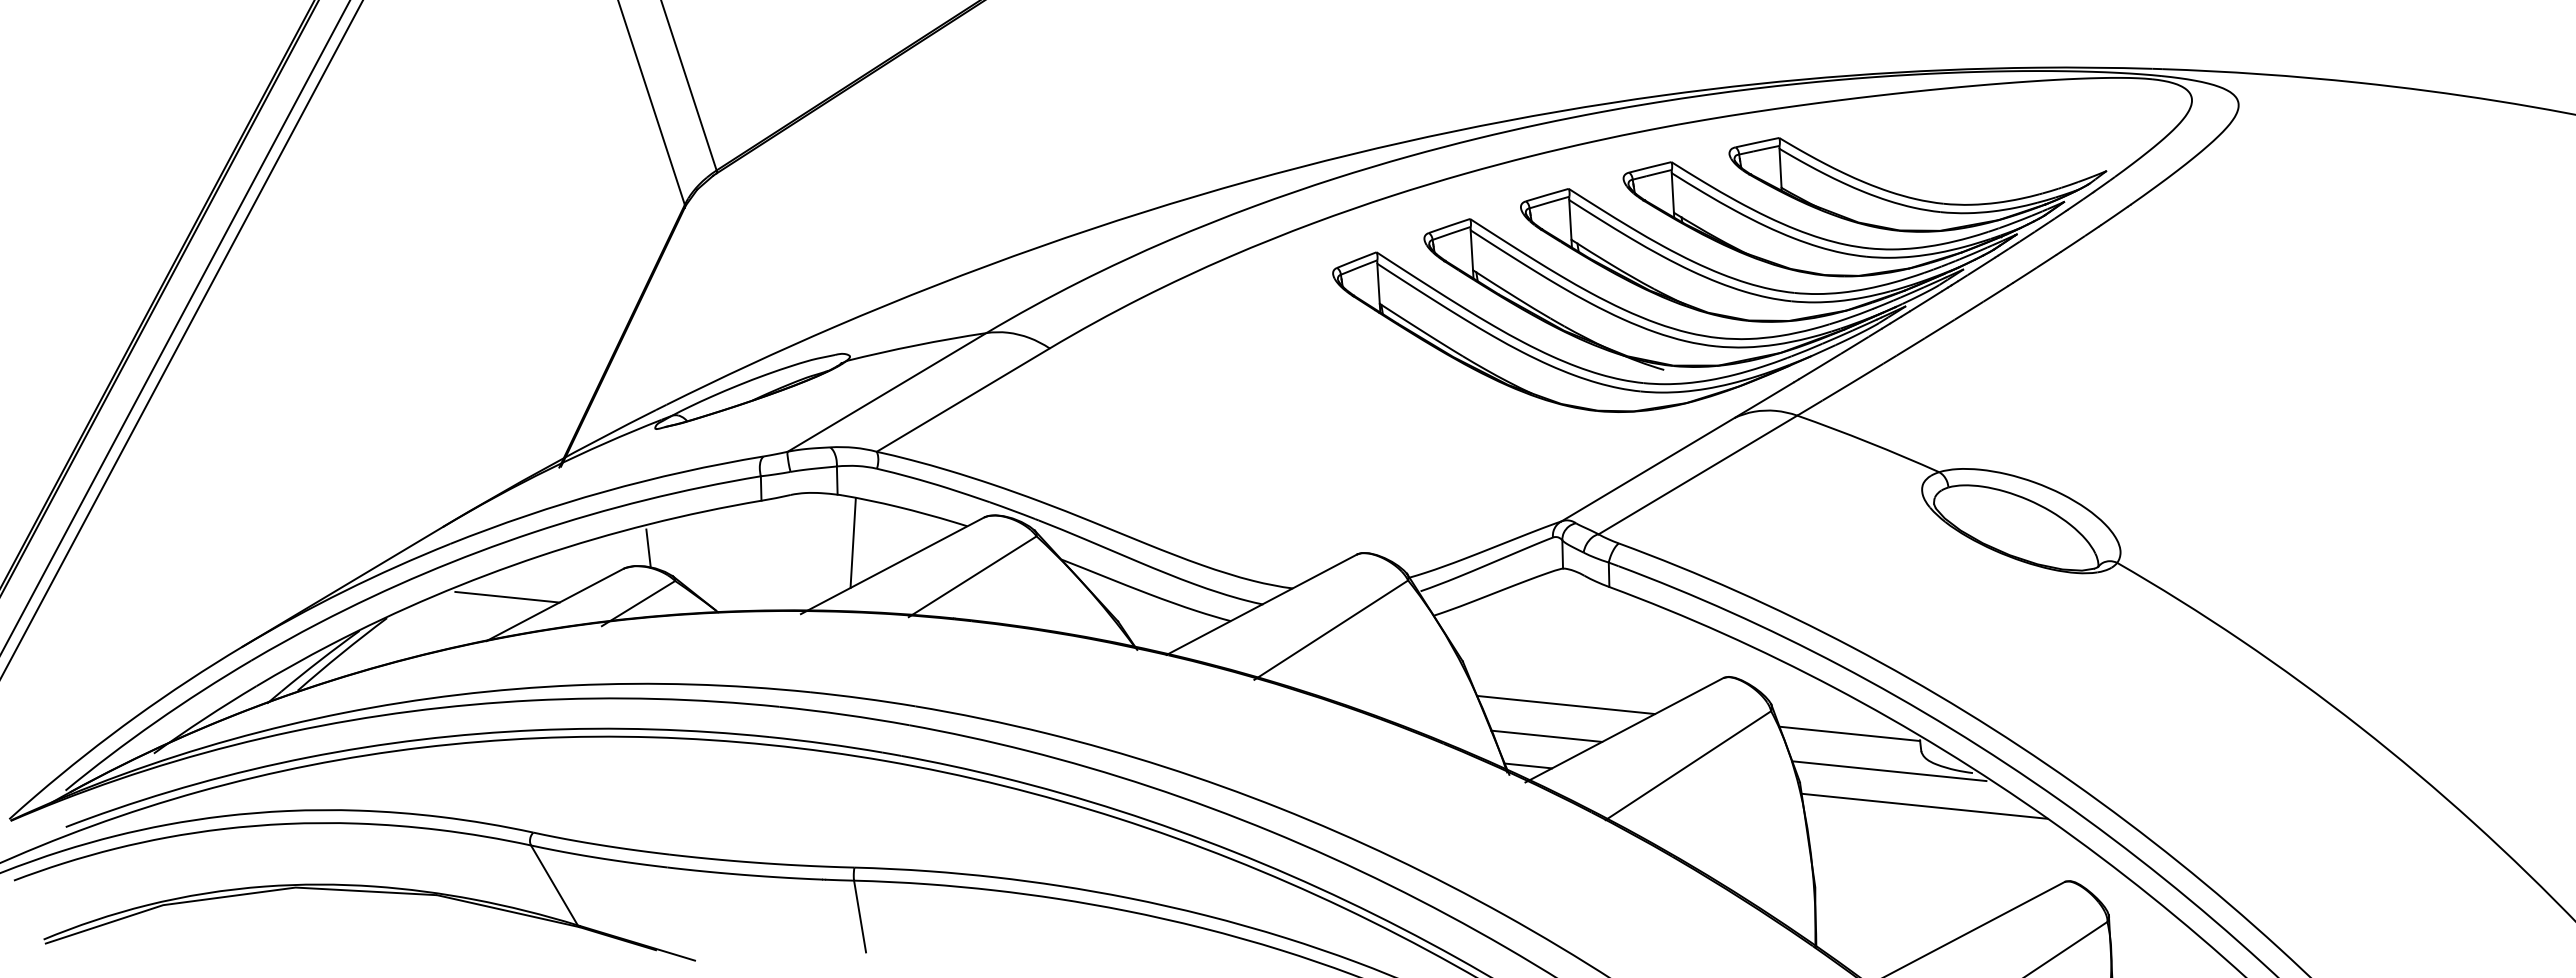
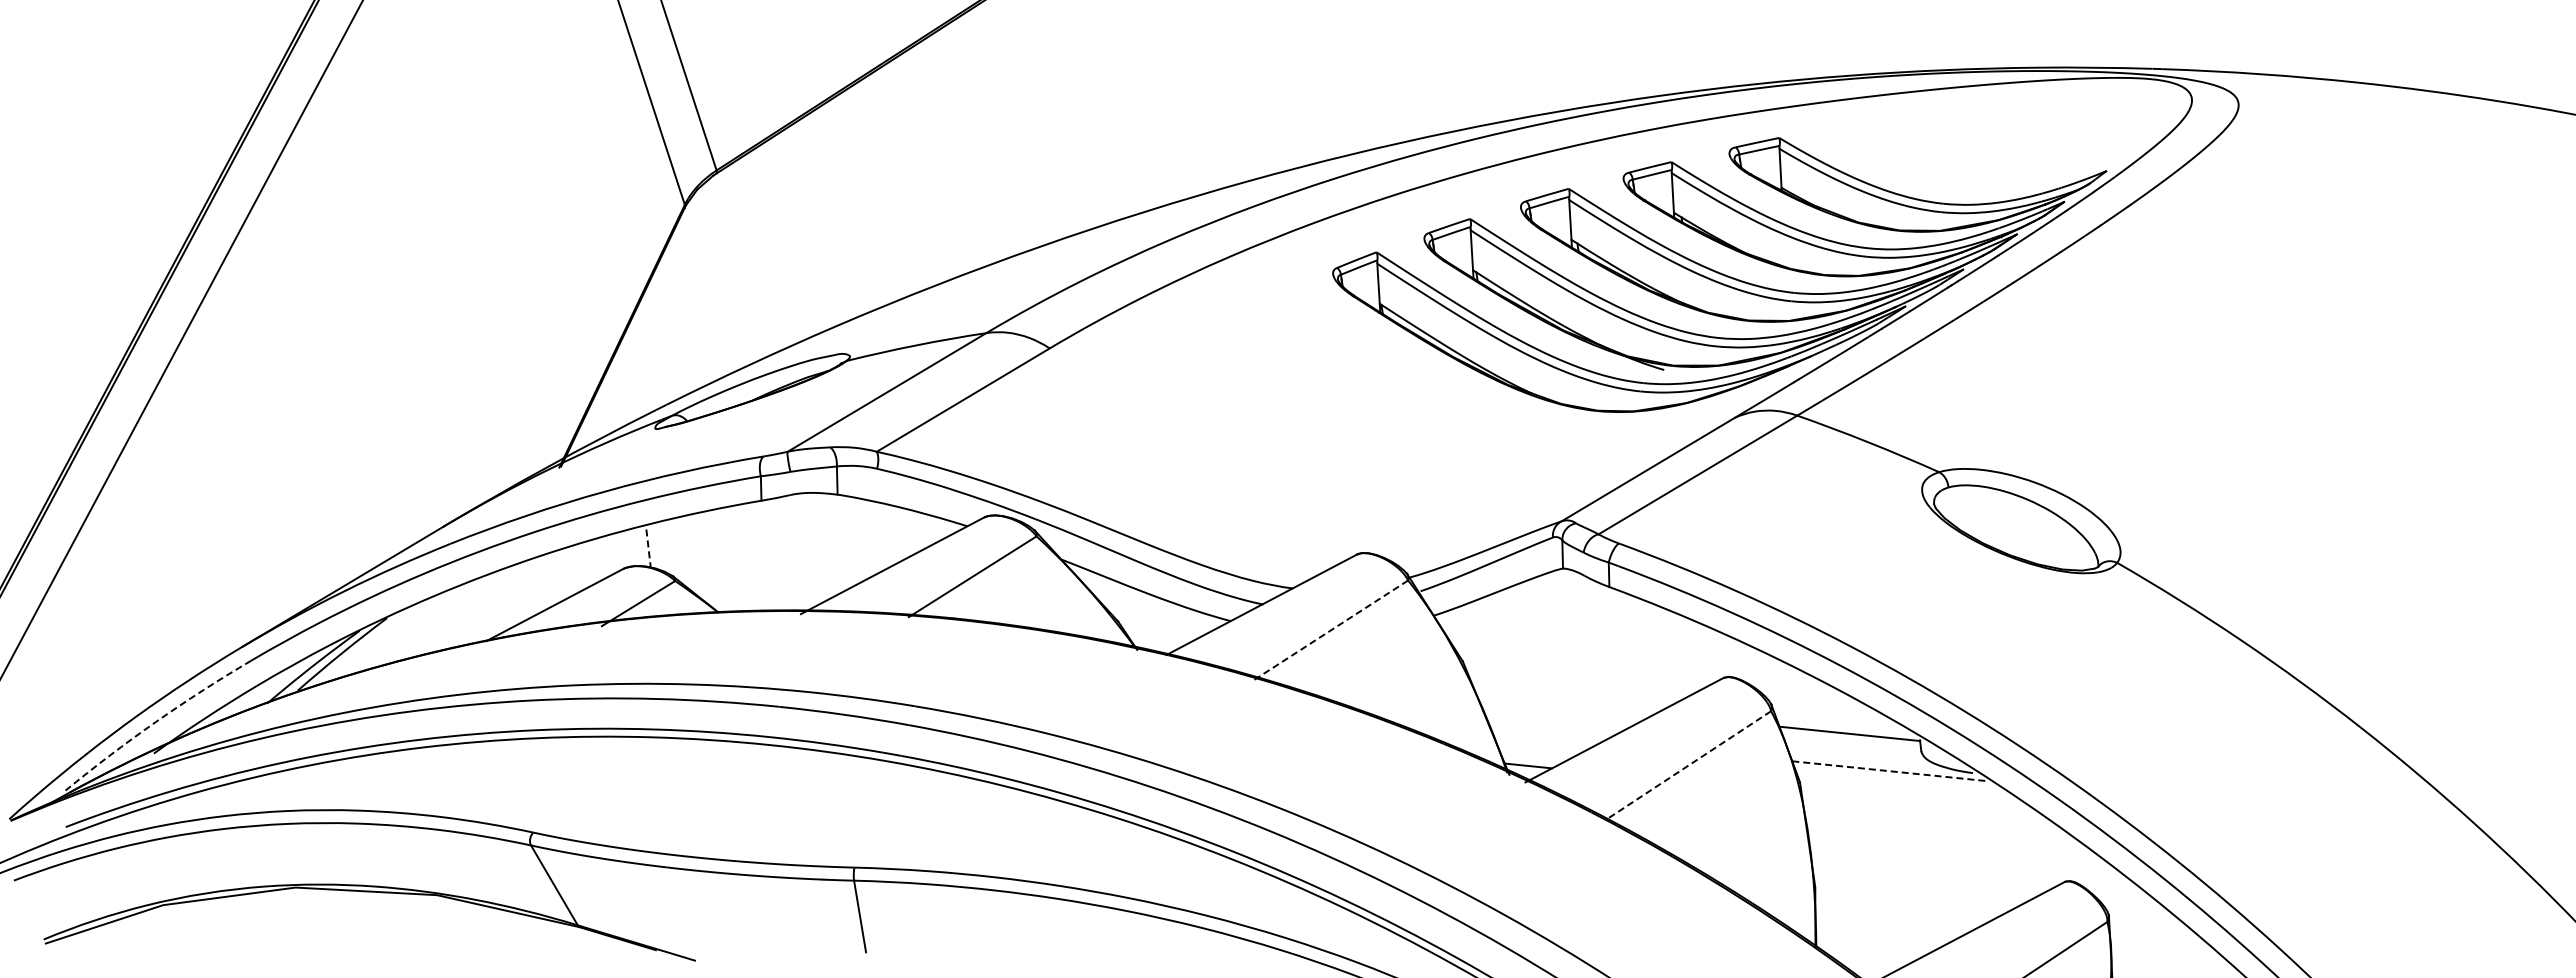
line at (175, 326): present -> none
line at (852, 542): present -> none
line at (648, 548): solid -> dashed
line at (507, 596): present -> none
line at (1331, 630): solid -> dashed
line at (1565, 704): present -> none
arc at (155, 722): solid -> dashed
line at (1546, 735): present -> none
line at (1687, 765): solid -> dashed
line at (1889, 771): solid -> dashed
line at (1924, 805): present -> none
